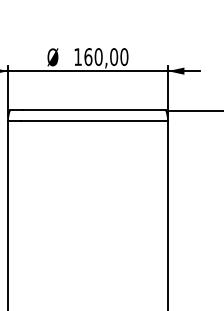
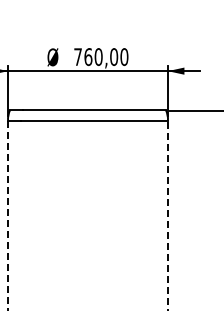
text at (77, 56): 160,00 -> 760,00
line at (8, 215): solid -> dashed
line at (167, 215): solid -> dashed
